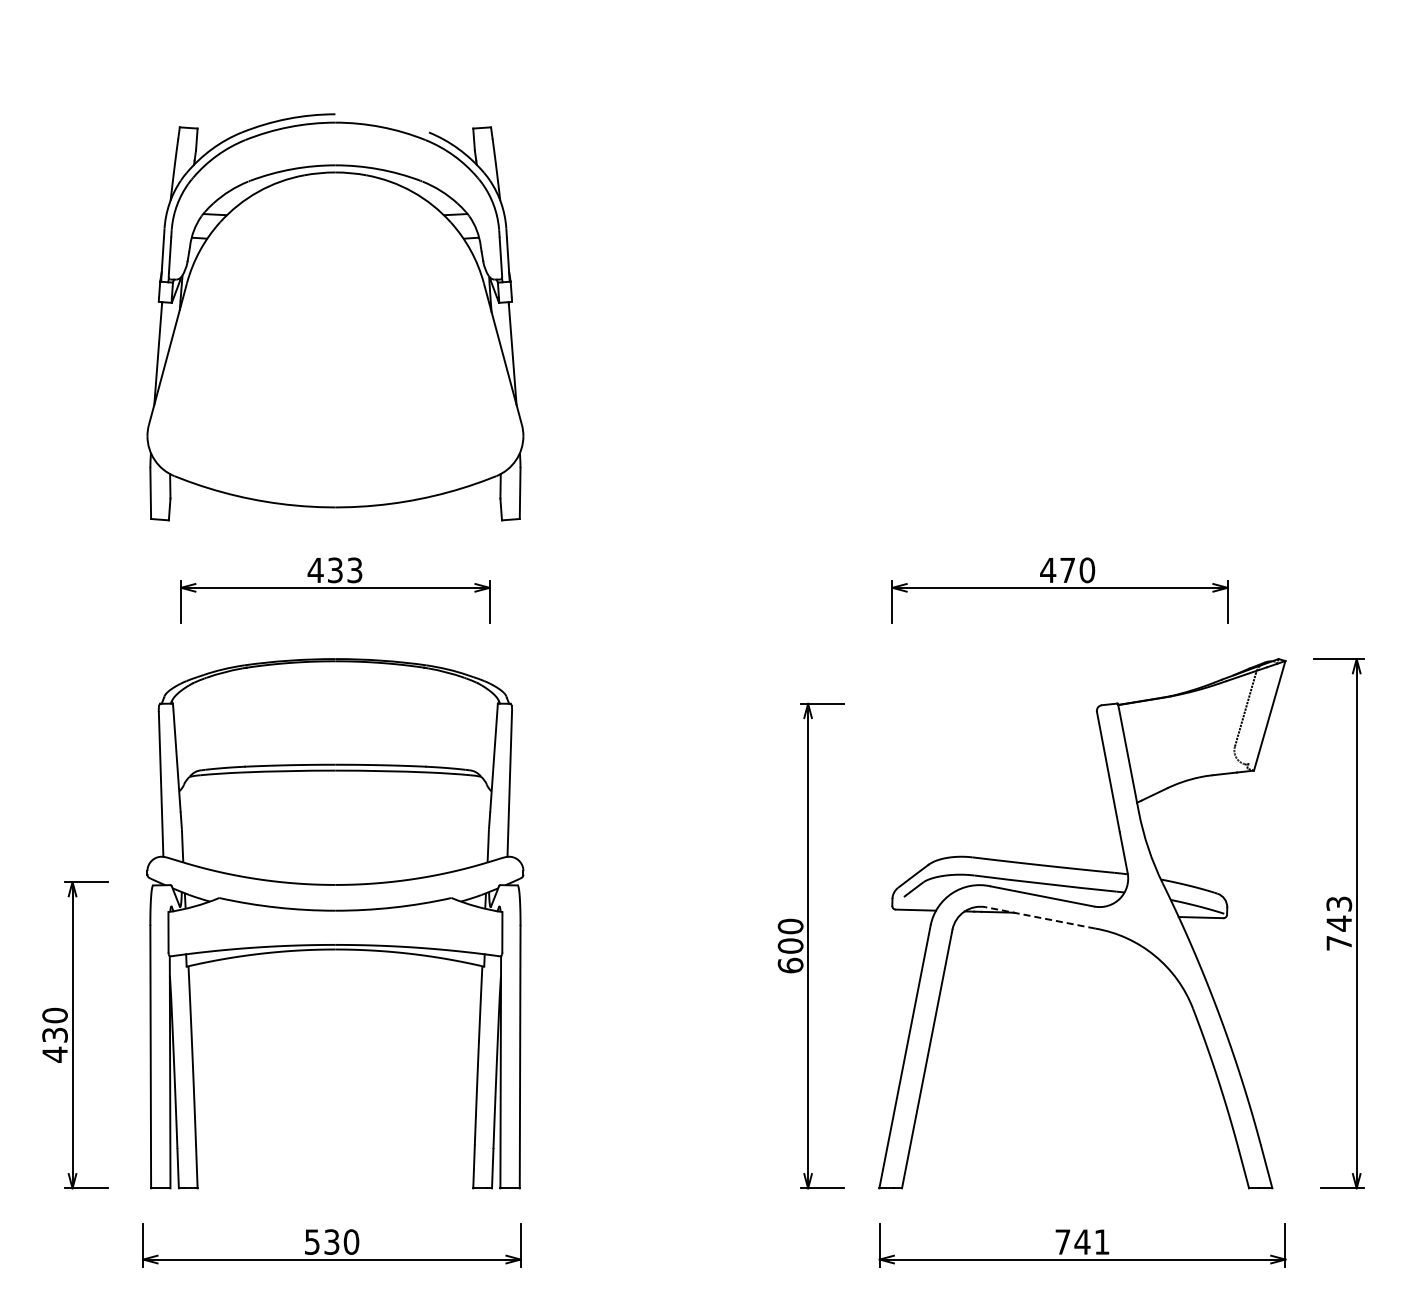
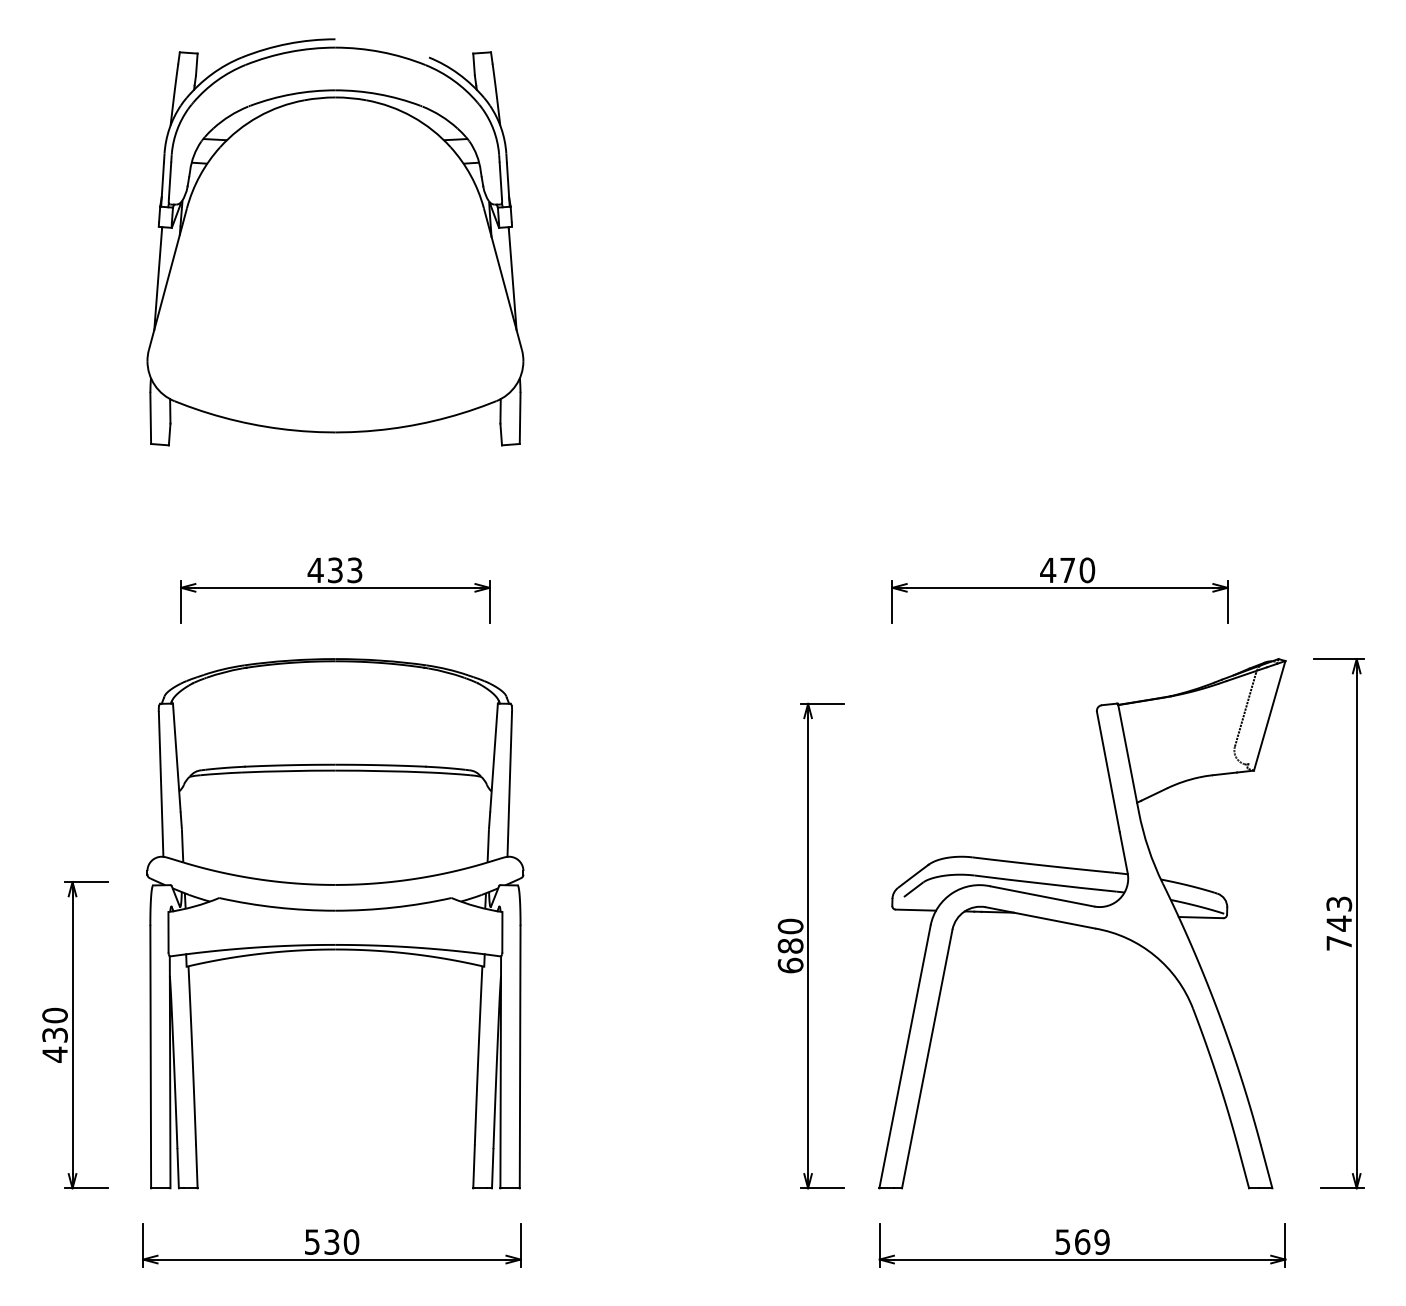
part at (335, 317) position: (335, 317) -> (335, 242)
line at (1040, 917): dashed -> solid
text at (790, 945): 600 -> 680
text at (1082, 1241): 741 -> 569
